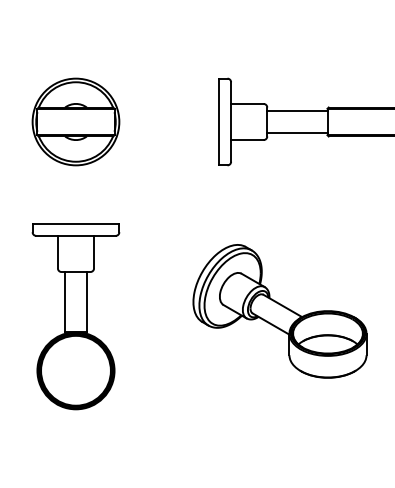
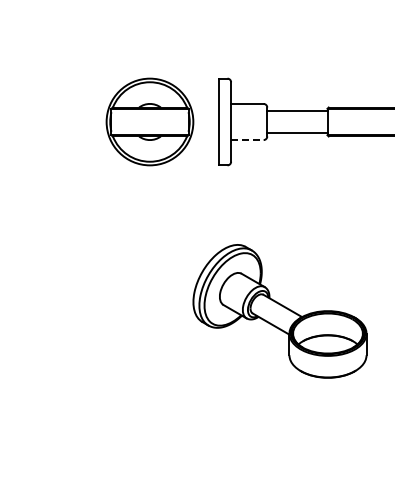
part at (75, 121) position: (75, 121) -> (149, 121)
line at (247, 140): solid -> dashed
part at (75, 316): present -> none
